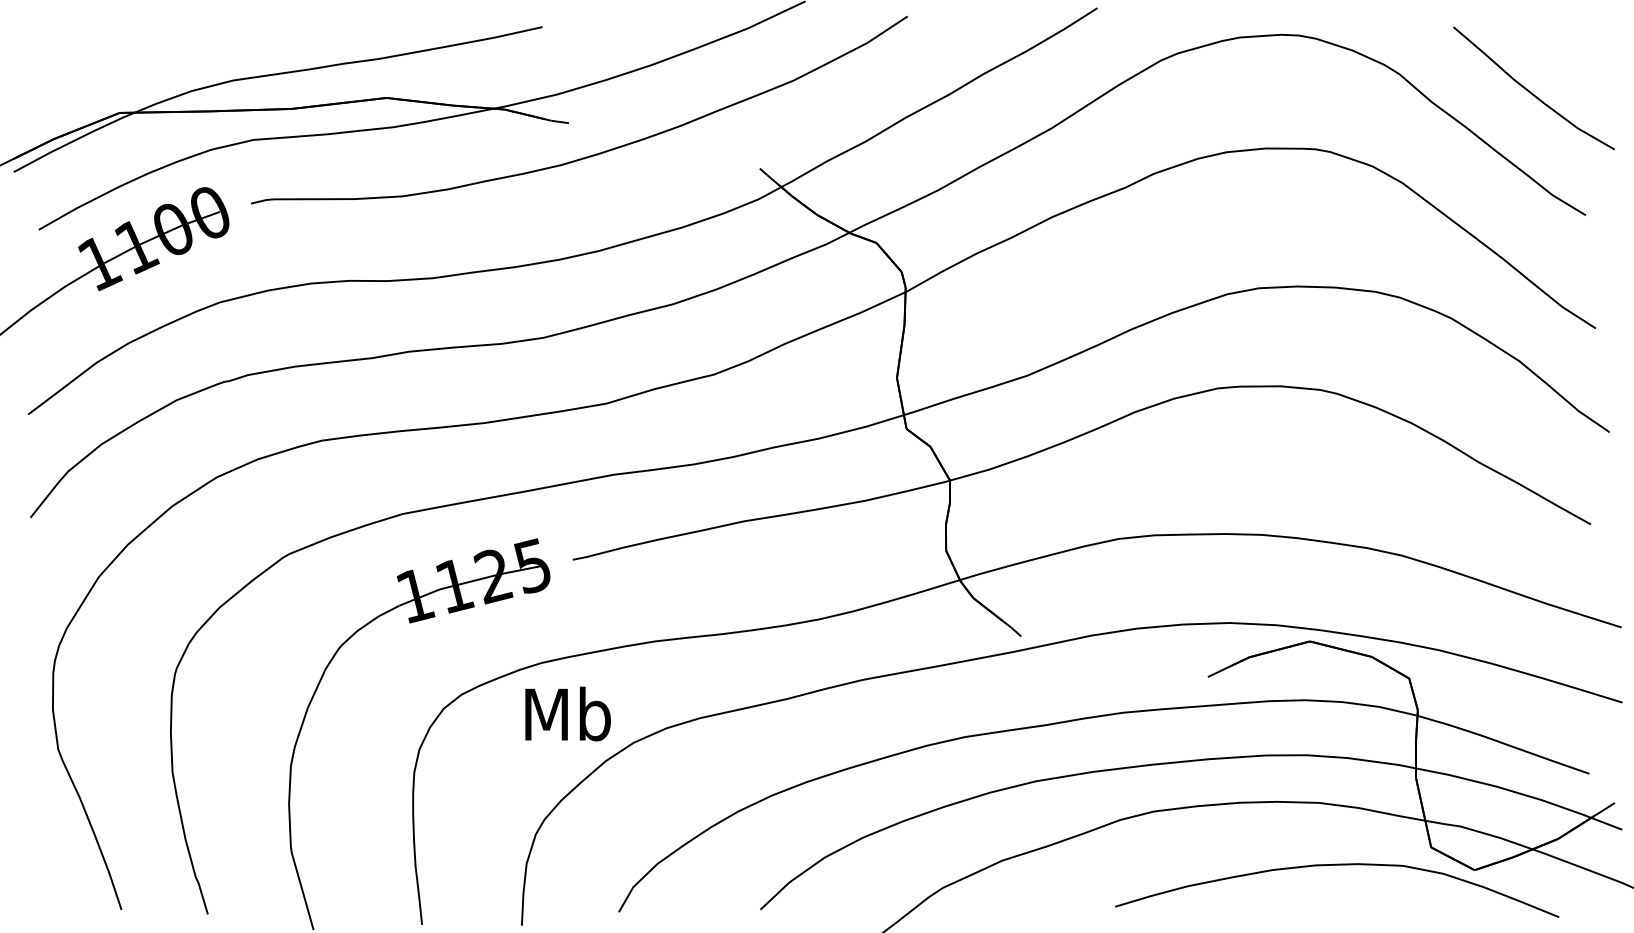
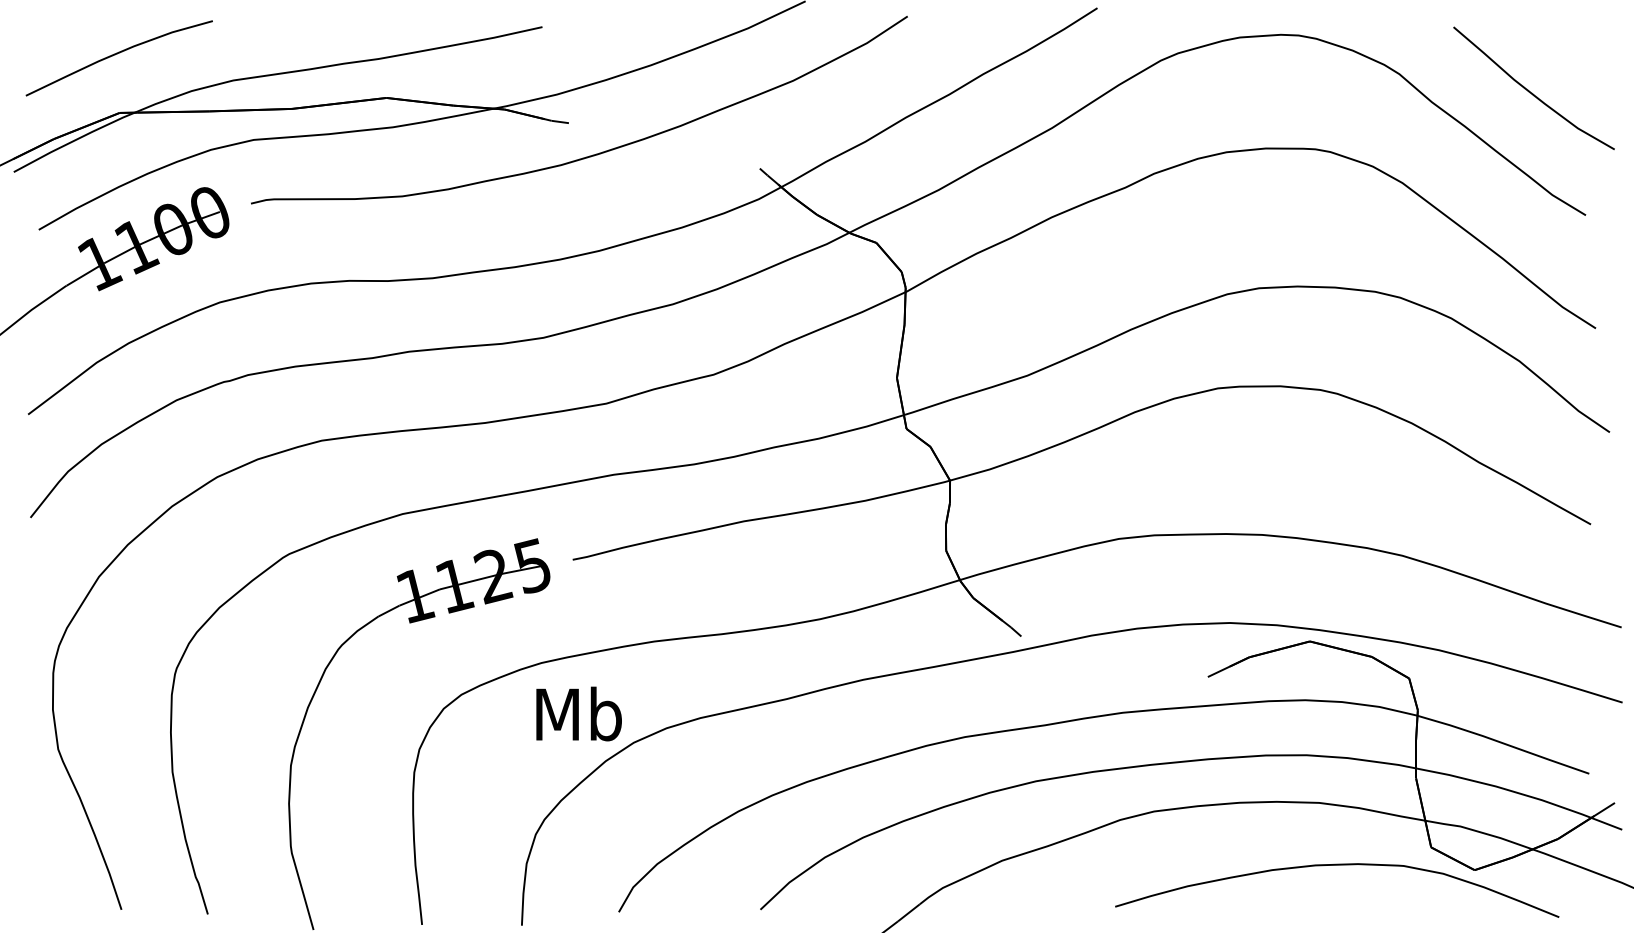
curve at (117, 54): none -> present
text at (567, 713) position: (567, 713) -> (578, 713)
